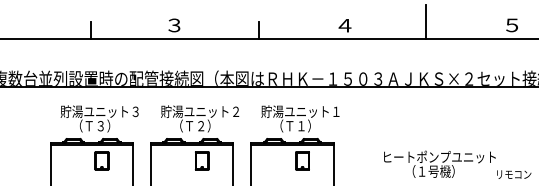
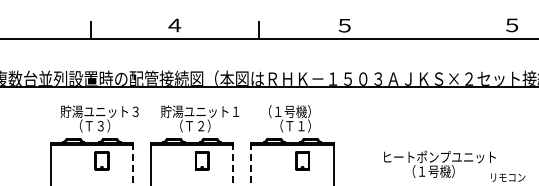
line at (425, 21): present -> none
text at (174, 25): ３ -> ４
text at (344, 25): ４ -> ５
text at (235, 110): 貯湯ユニット２ -> 貯湯ユニット１
text at (300, 111): 貯湯ユニット１ -> （１号機）
line at (132, 165): solid -> dashed
line at (233, 165): solid -> dashed
line at (251, 165): solid -> dashed
text at (514, 174) position: (514, 174) -> (508, 177)
